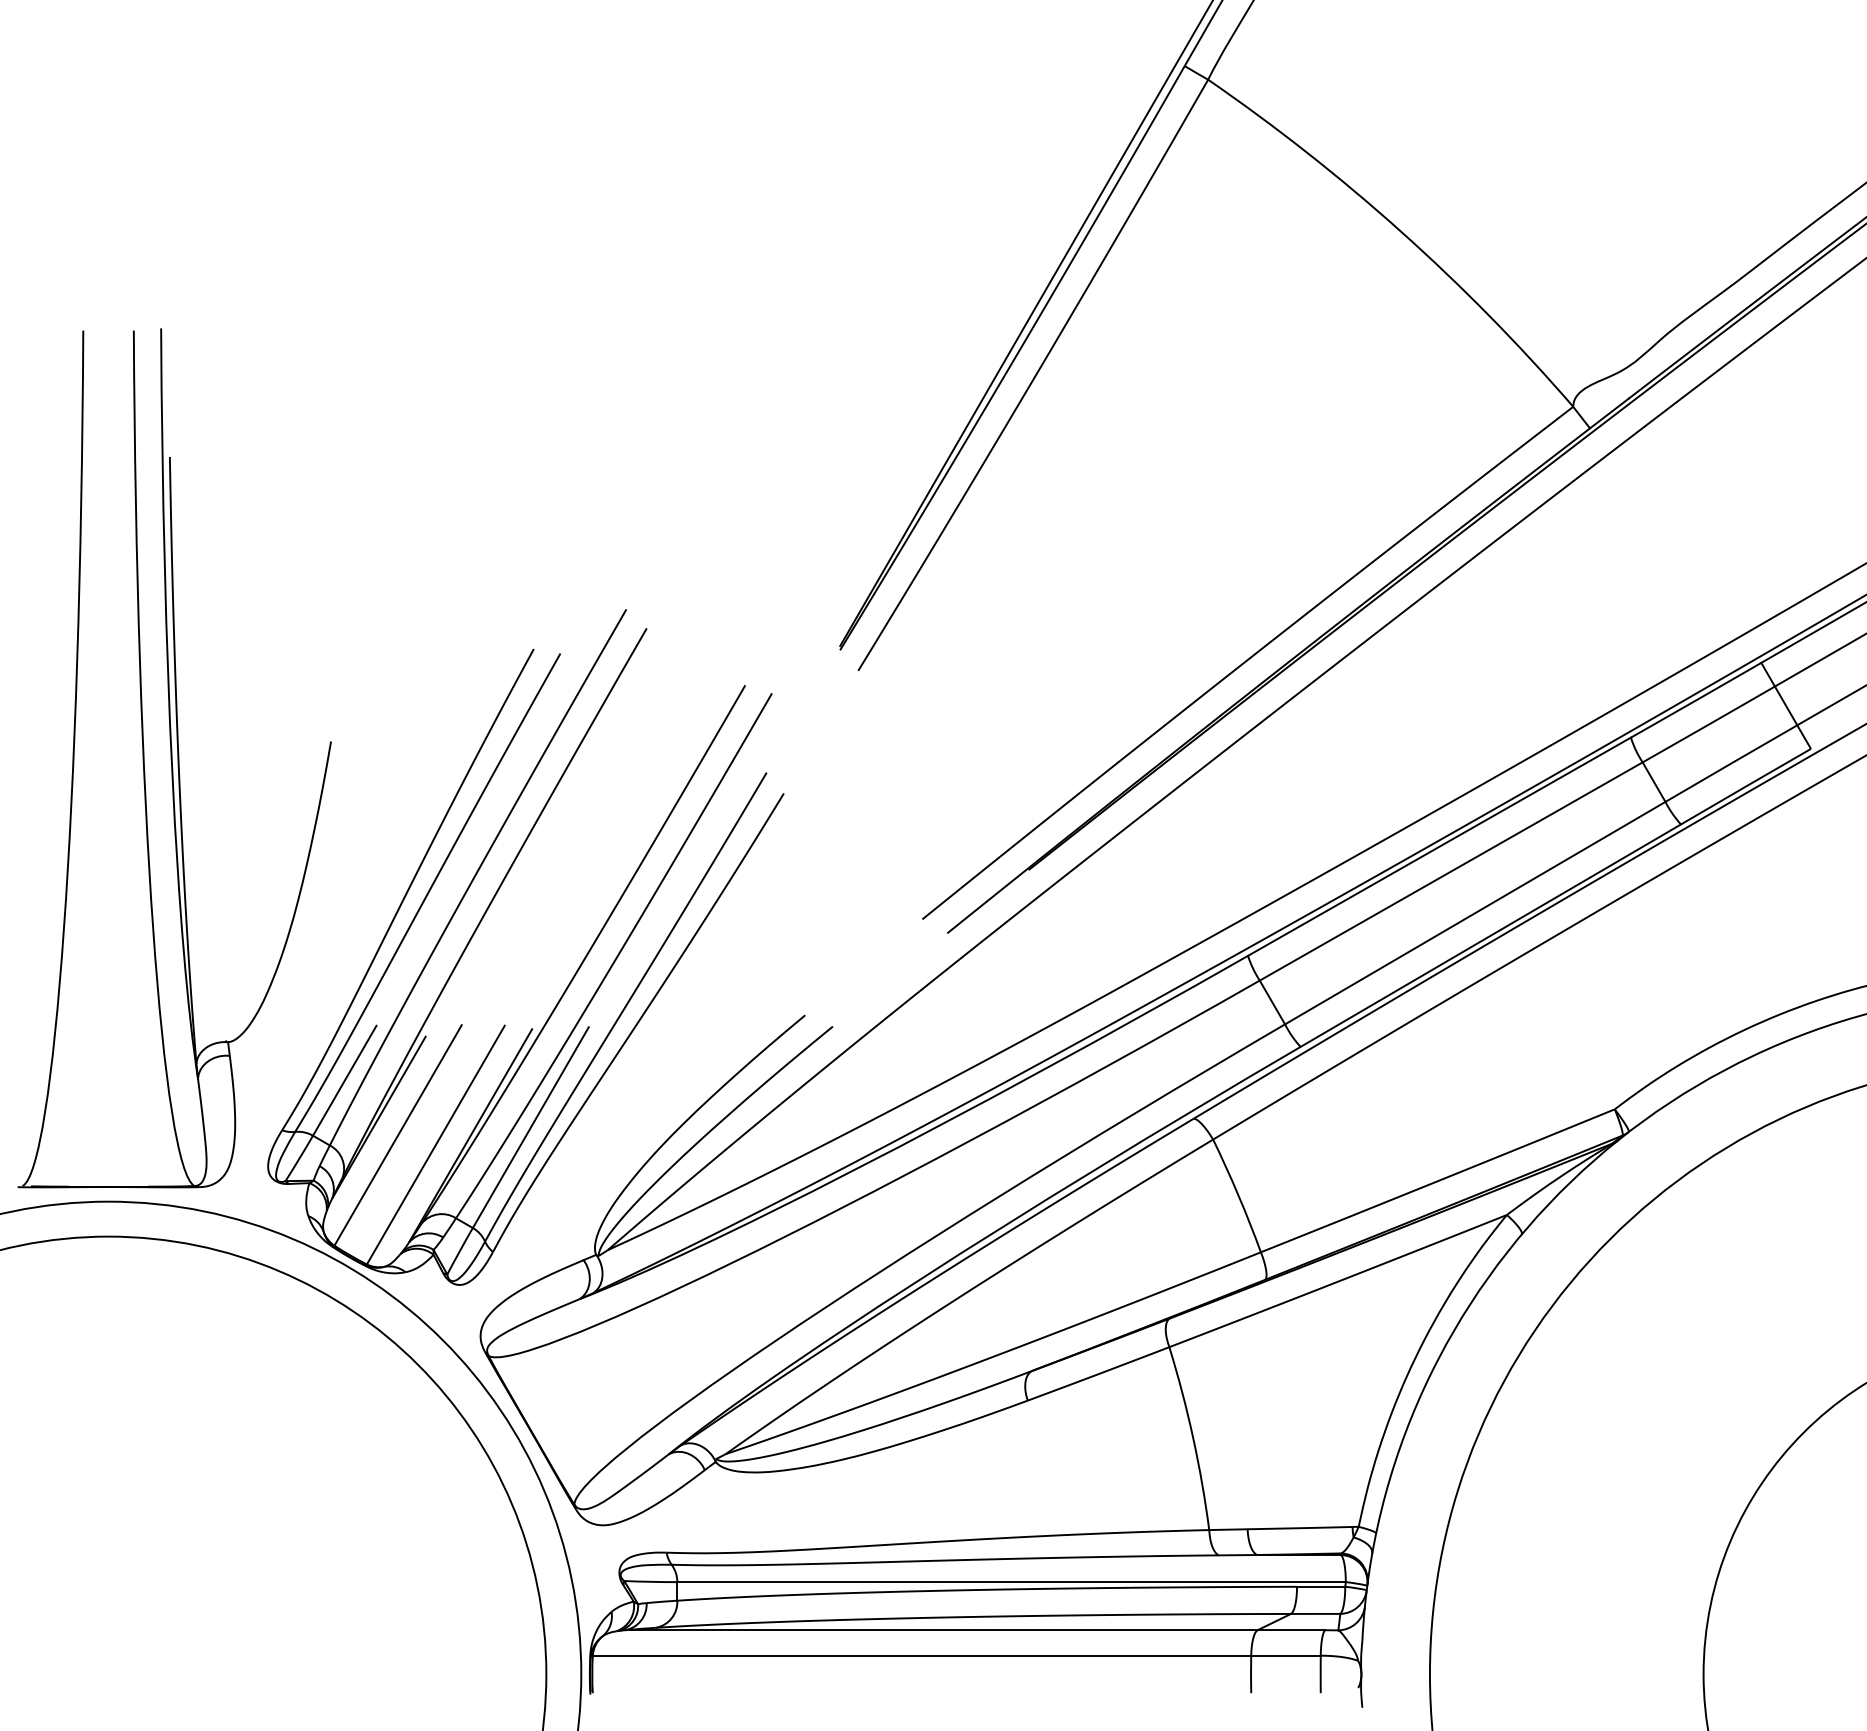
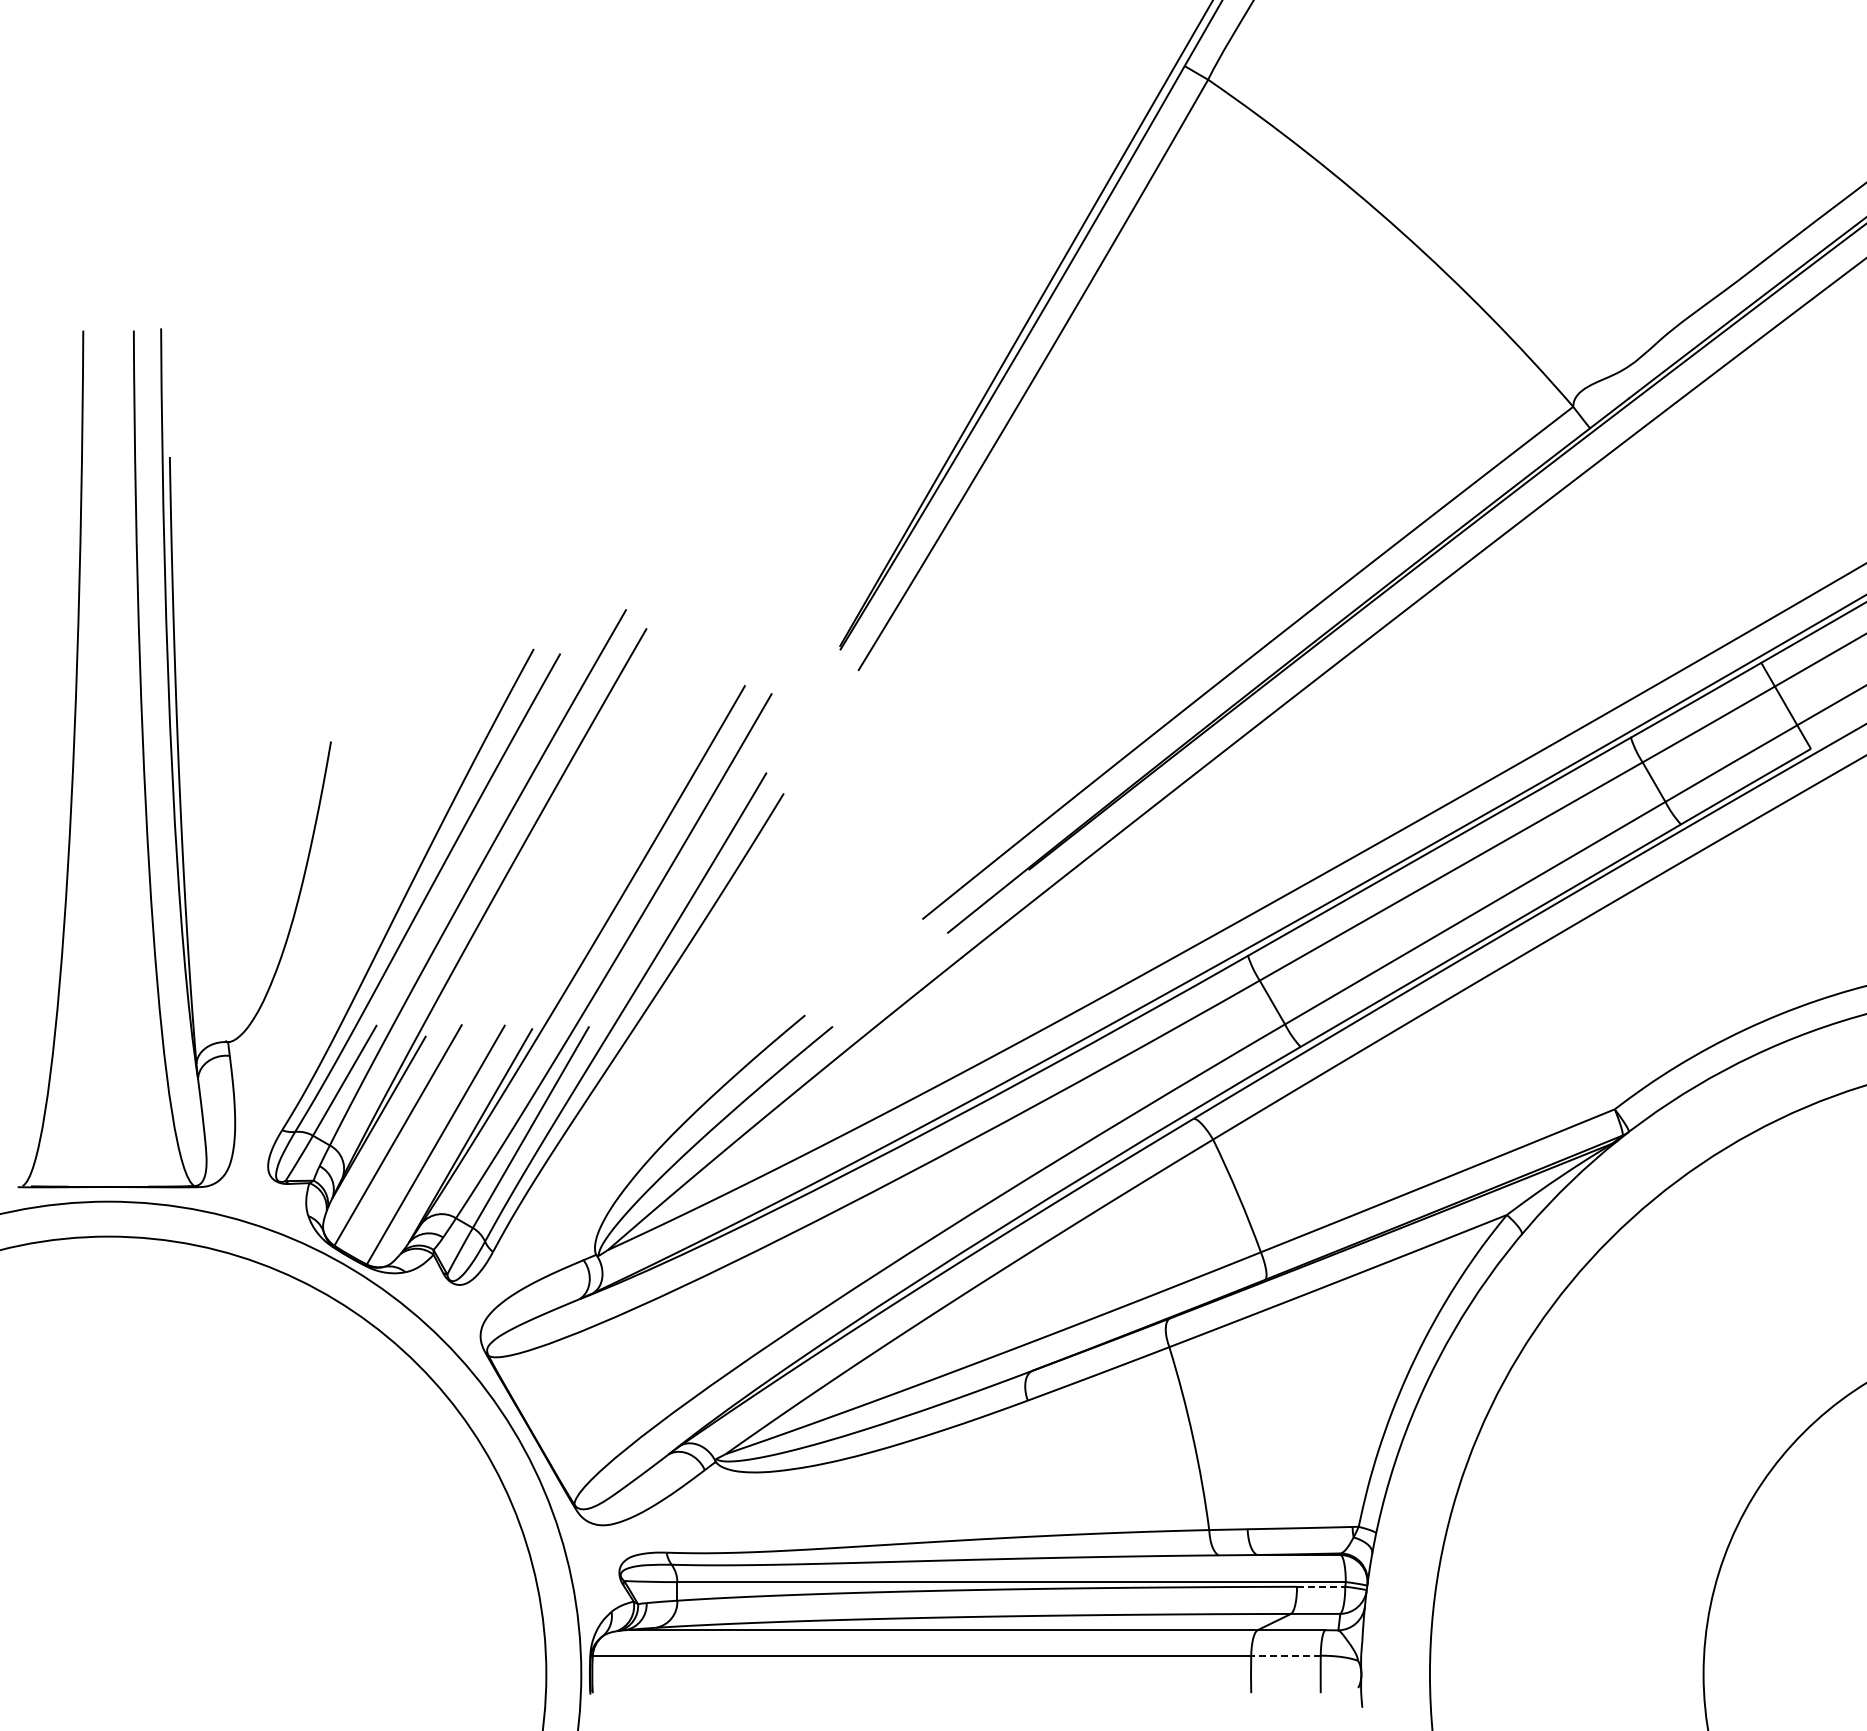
line at (1321, 1586): solid -> dashed
line at (1285, 1655): solid -> dashed
